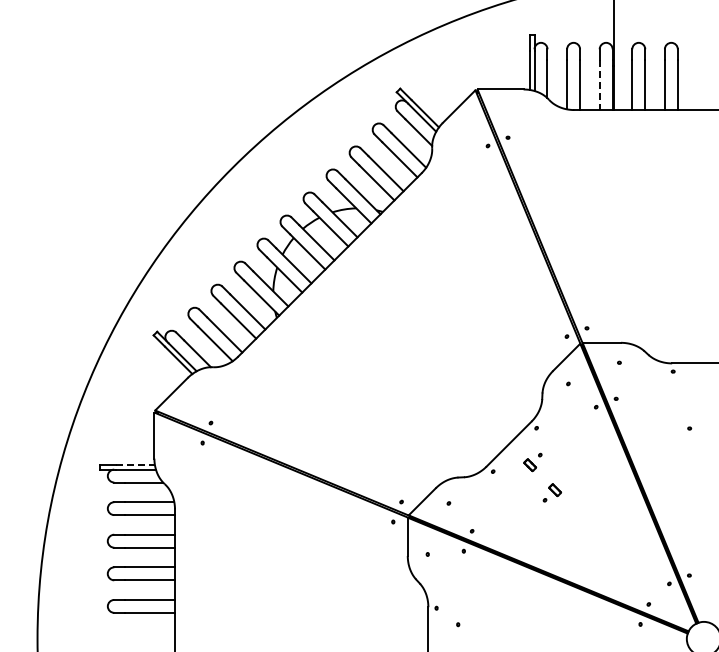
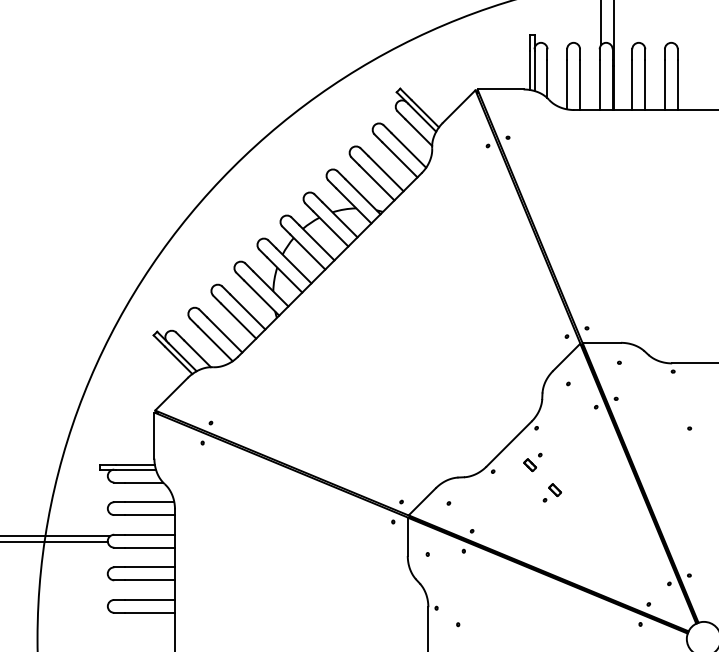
line at (601, 23): none -> present
line at (599, 85): dashed -> solid
line at (136, 464): dashed -> solid
line at (55, 536): none -> present
line at (54, 542): none -> present
